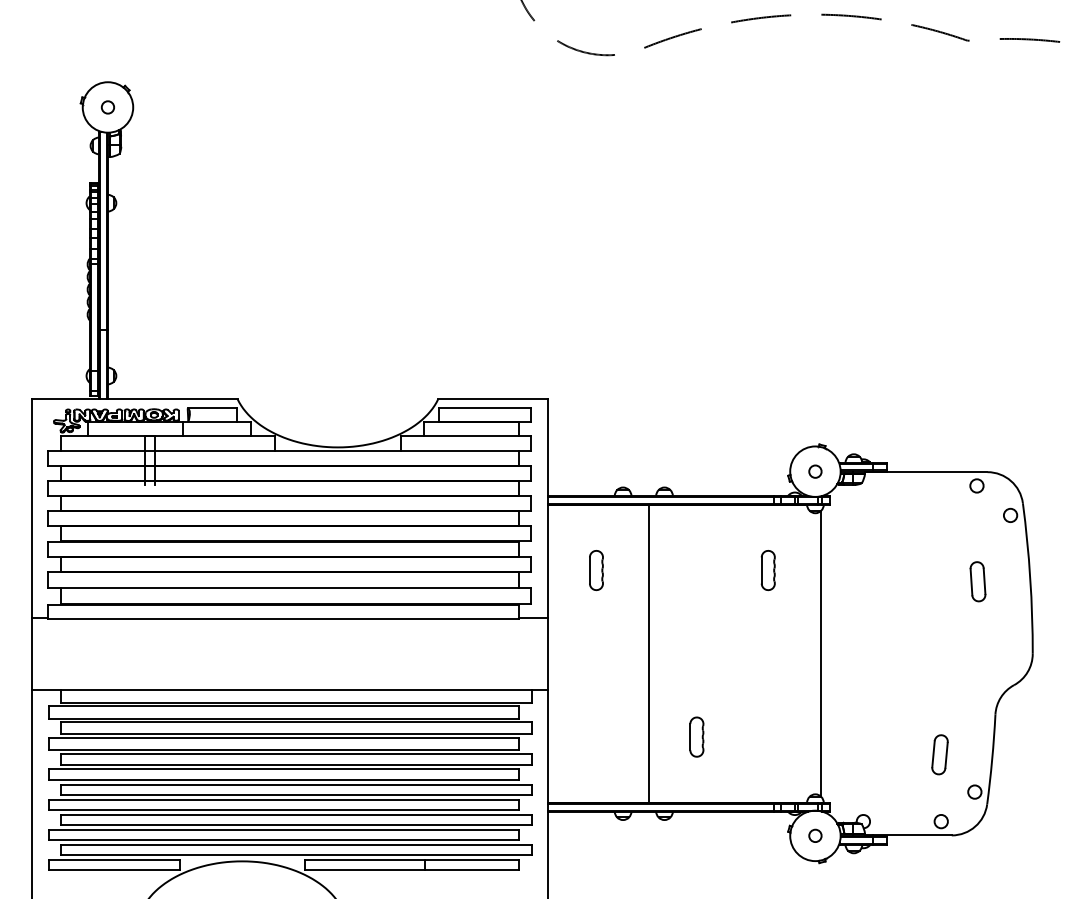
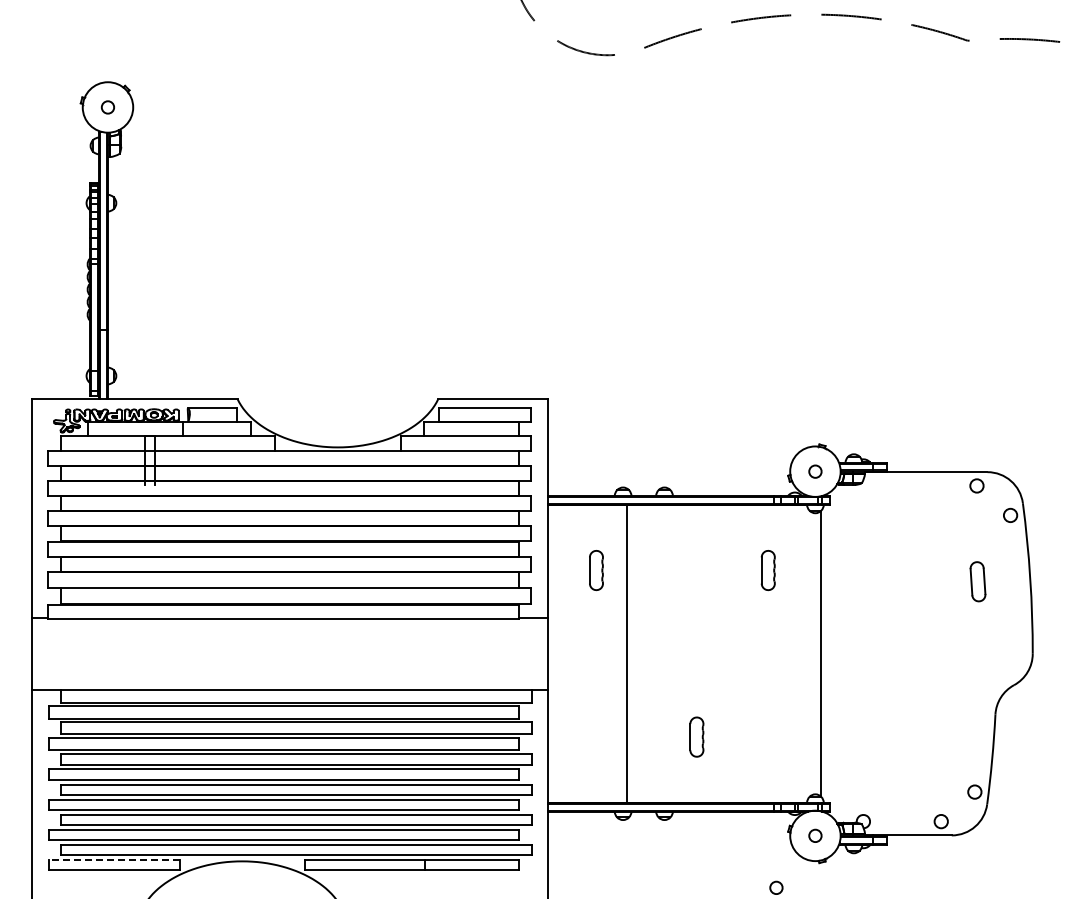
line at (648, 653) position: (648, 653) -> (626, 653)
part at (939, 754): present -> none
line at (113, 859): solid -> dashed
circle at (776, 887): none -> present
